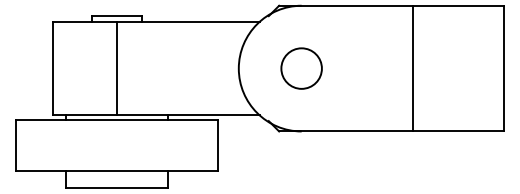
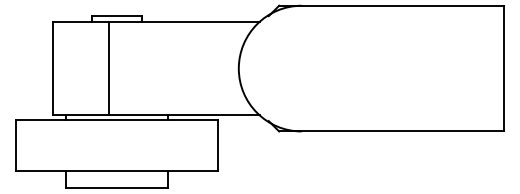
line at (116, 68) position: (116, 68) -> (108, 68)
circle at (301, 68): present -> none
line at (413, 68): present -> none
